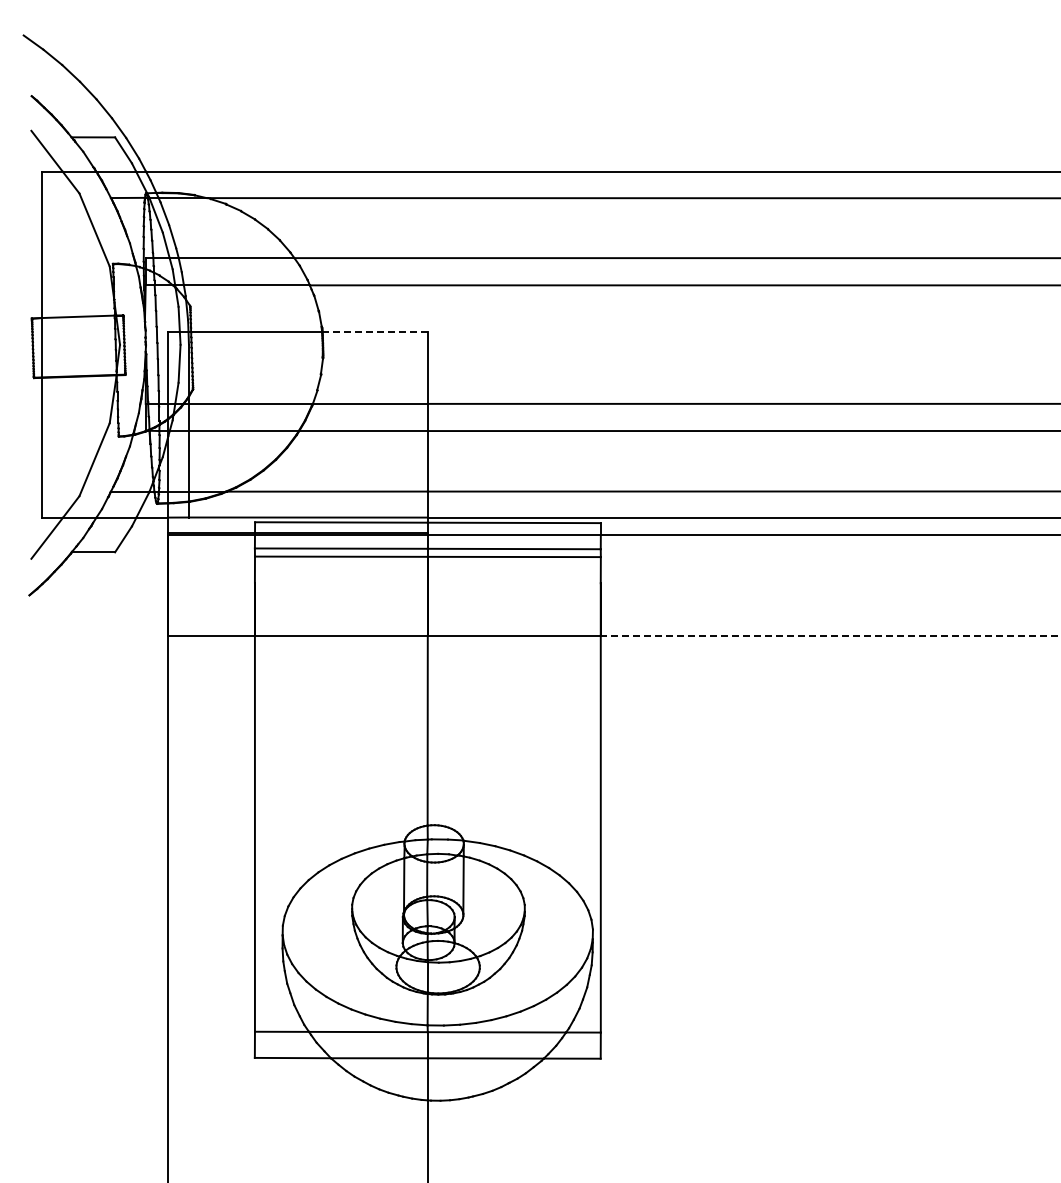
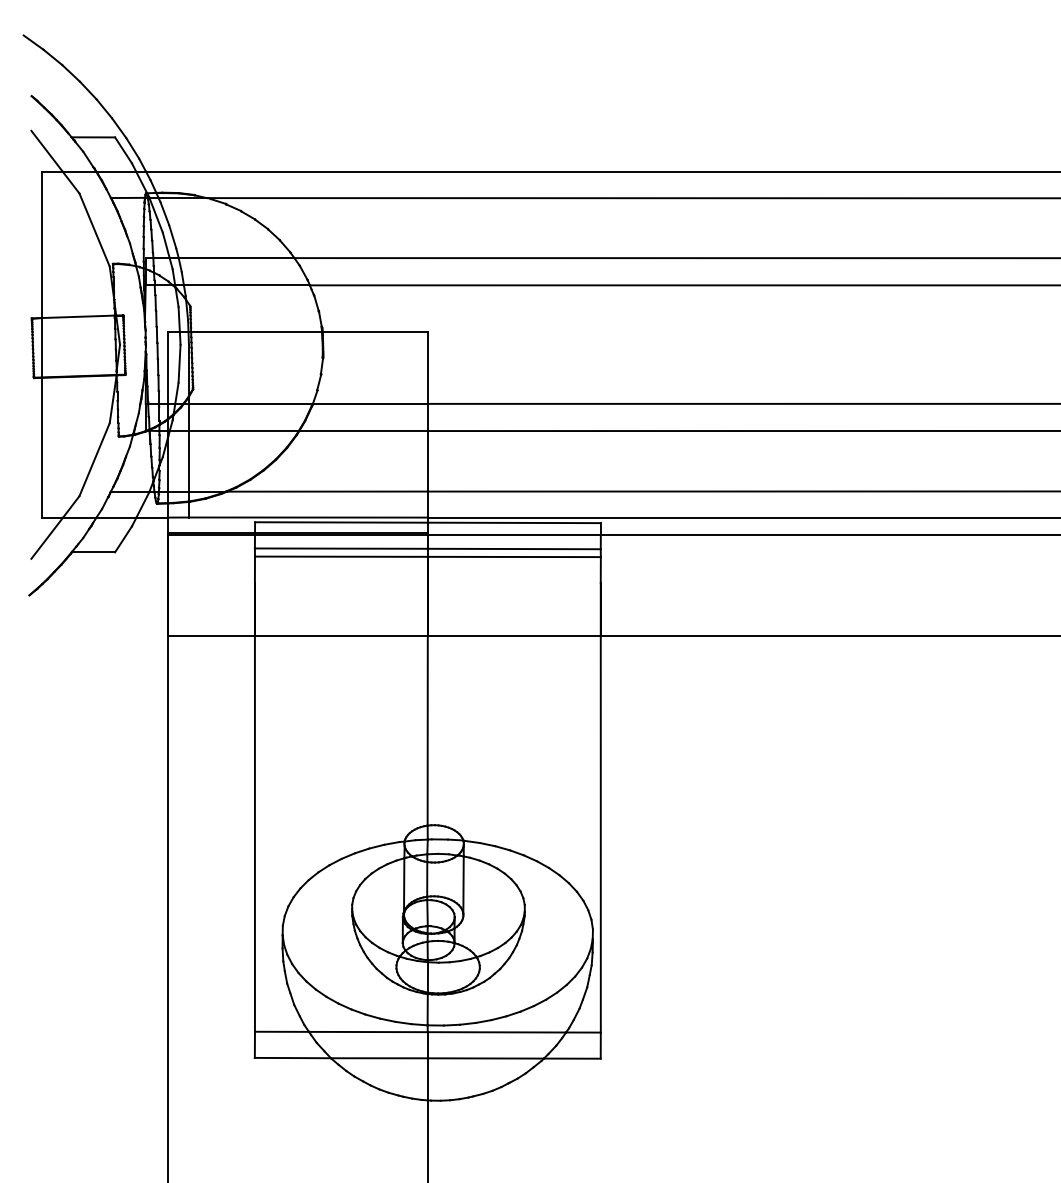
line at (374, 331): dashed -> solid
line at (830, 635): dashed -> solid
